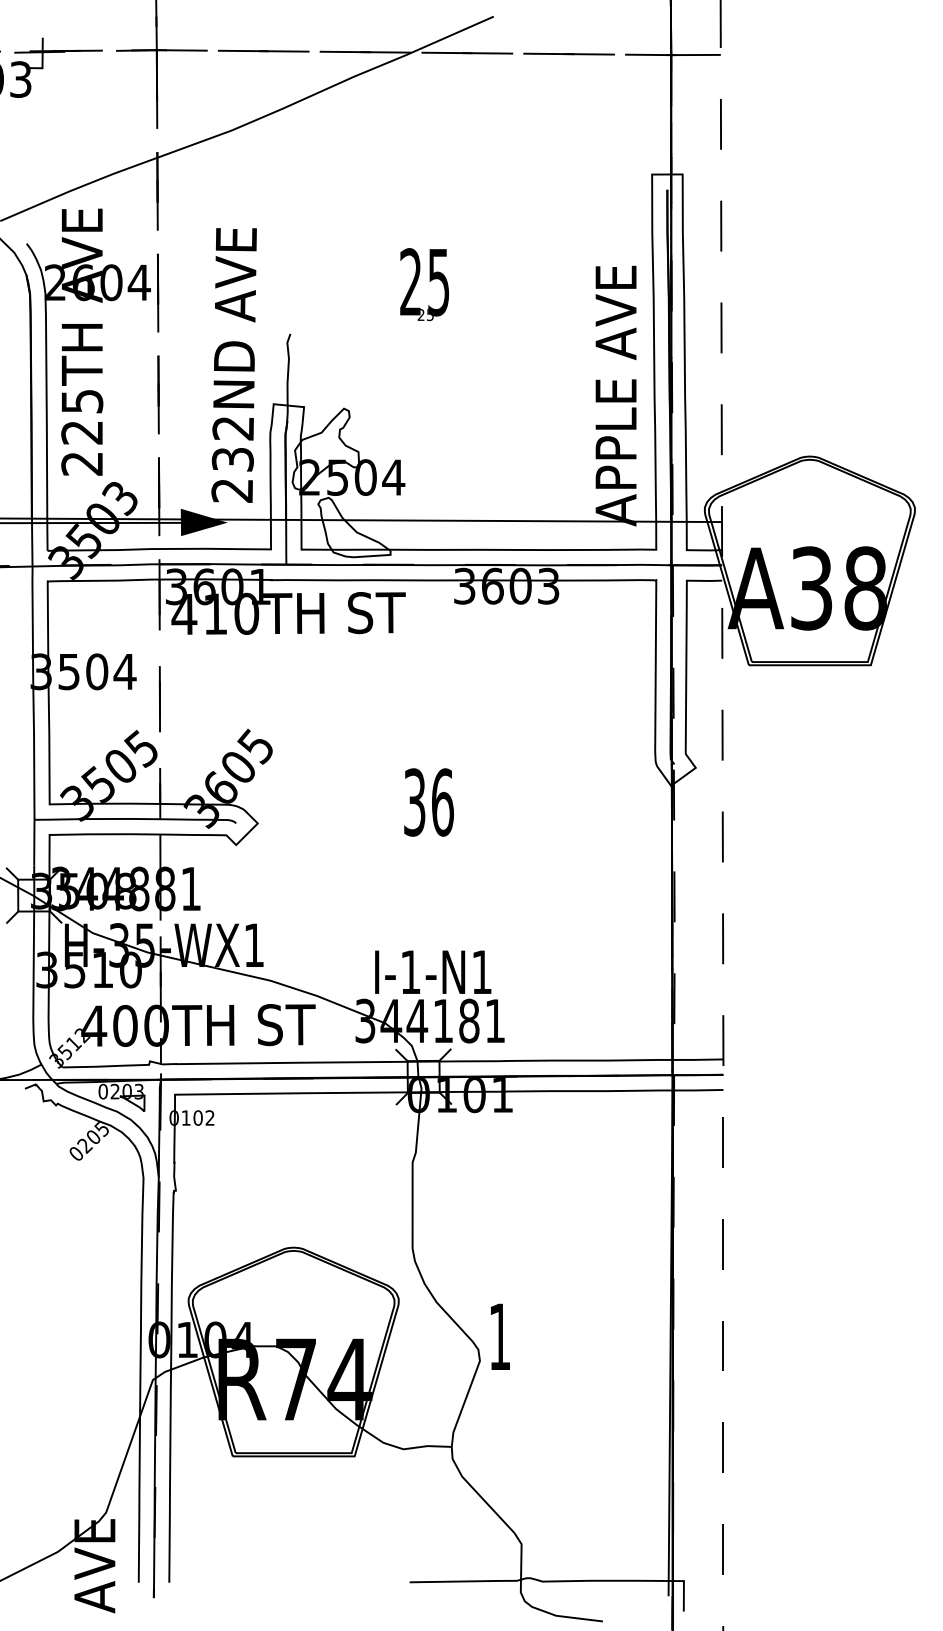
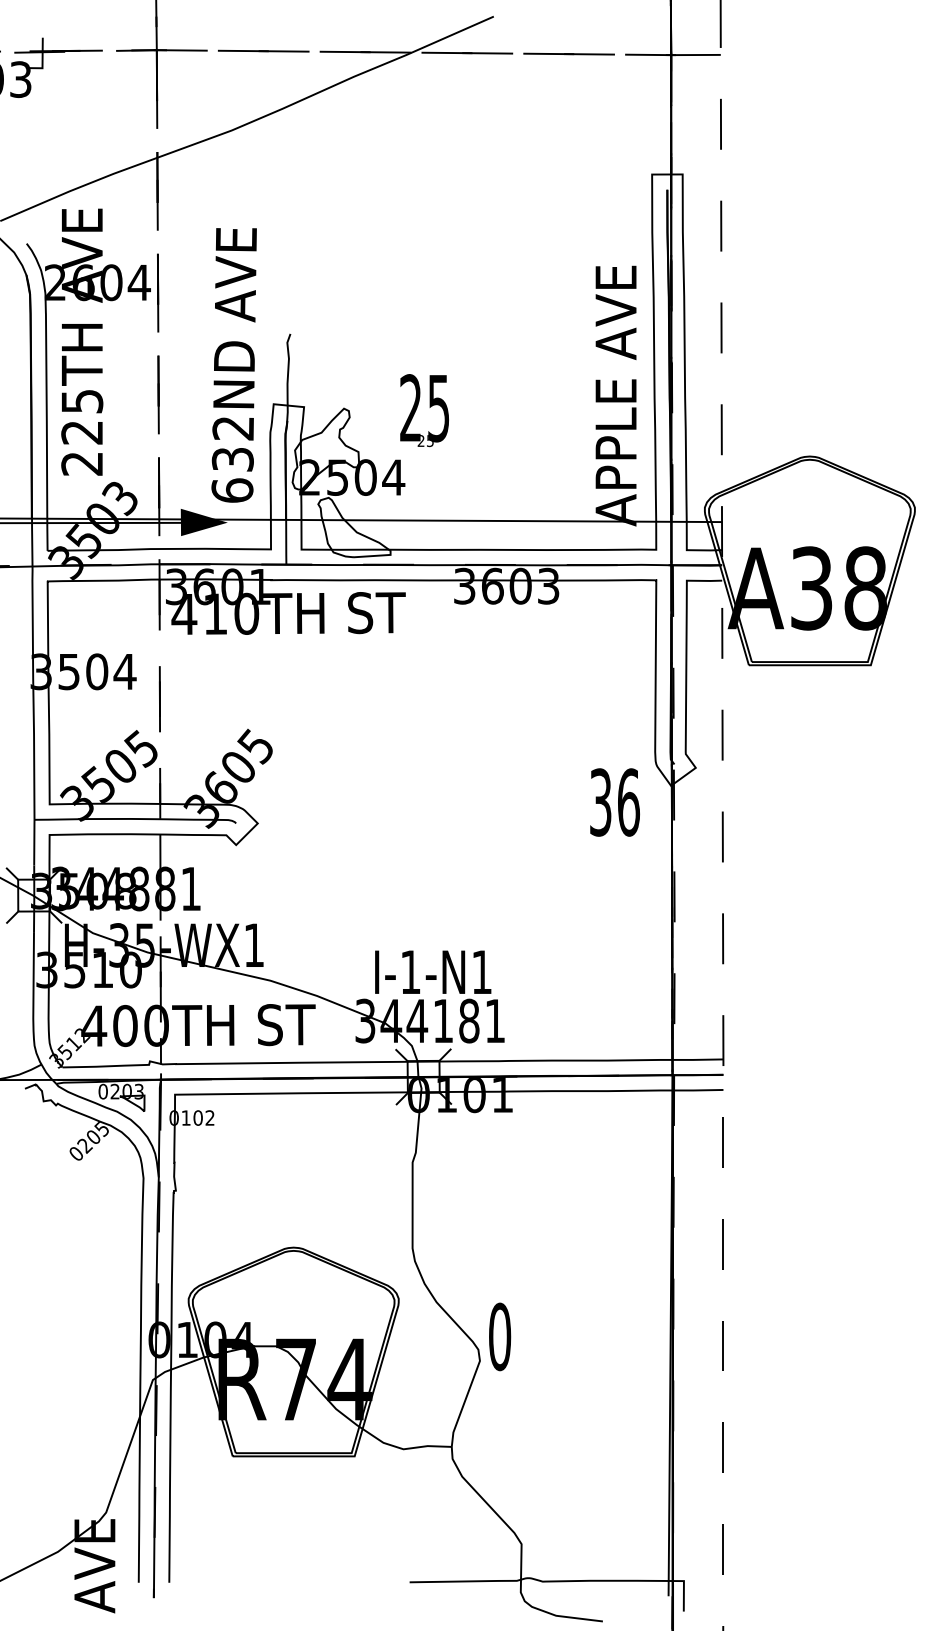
text at (424, 284) position: (424, 284) -> (424, 410)
text at (232, 490): 232ND -> 632ND
text at (428, 802) position: (428, 802) -> (614, 802)
text at (500, 1336): 1 -> 0
